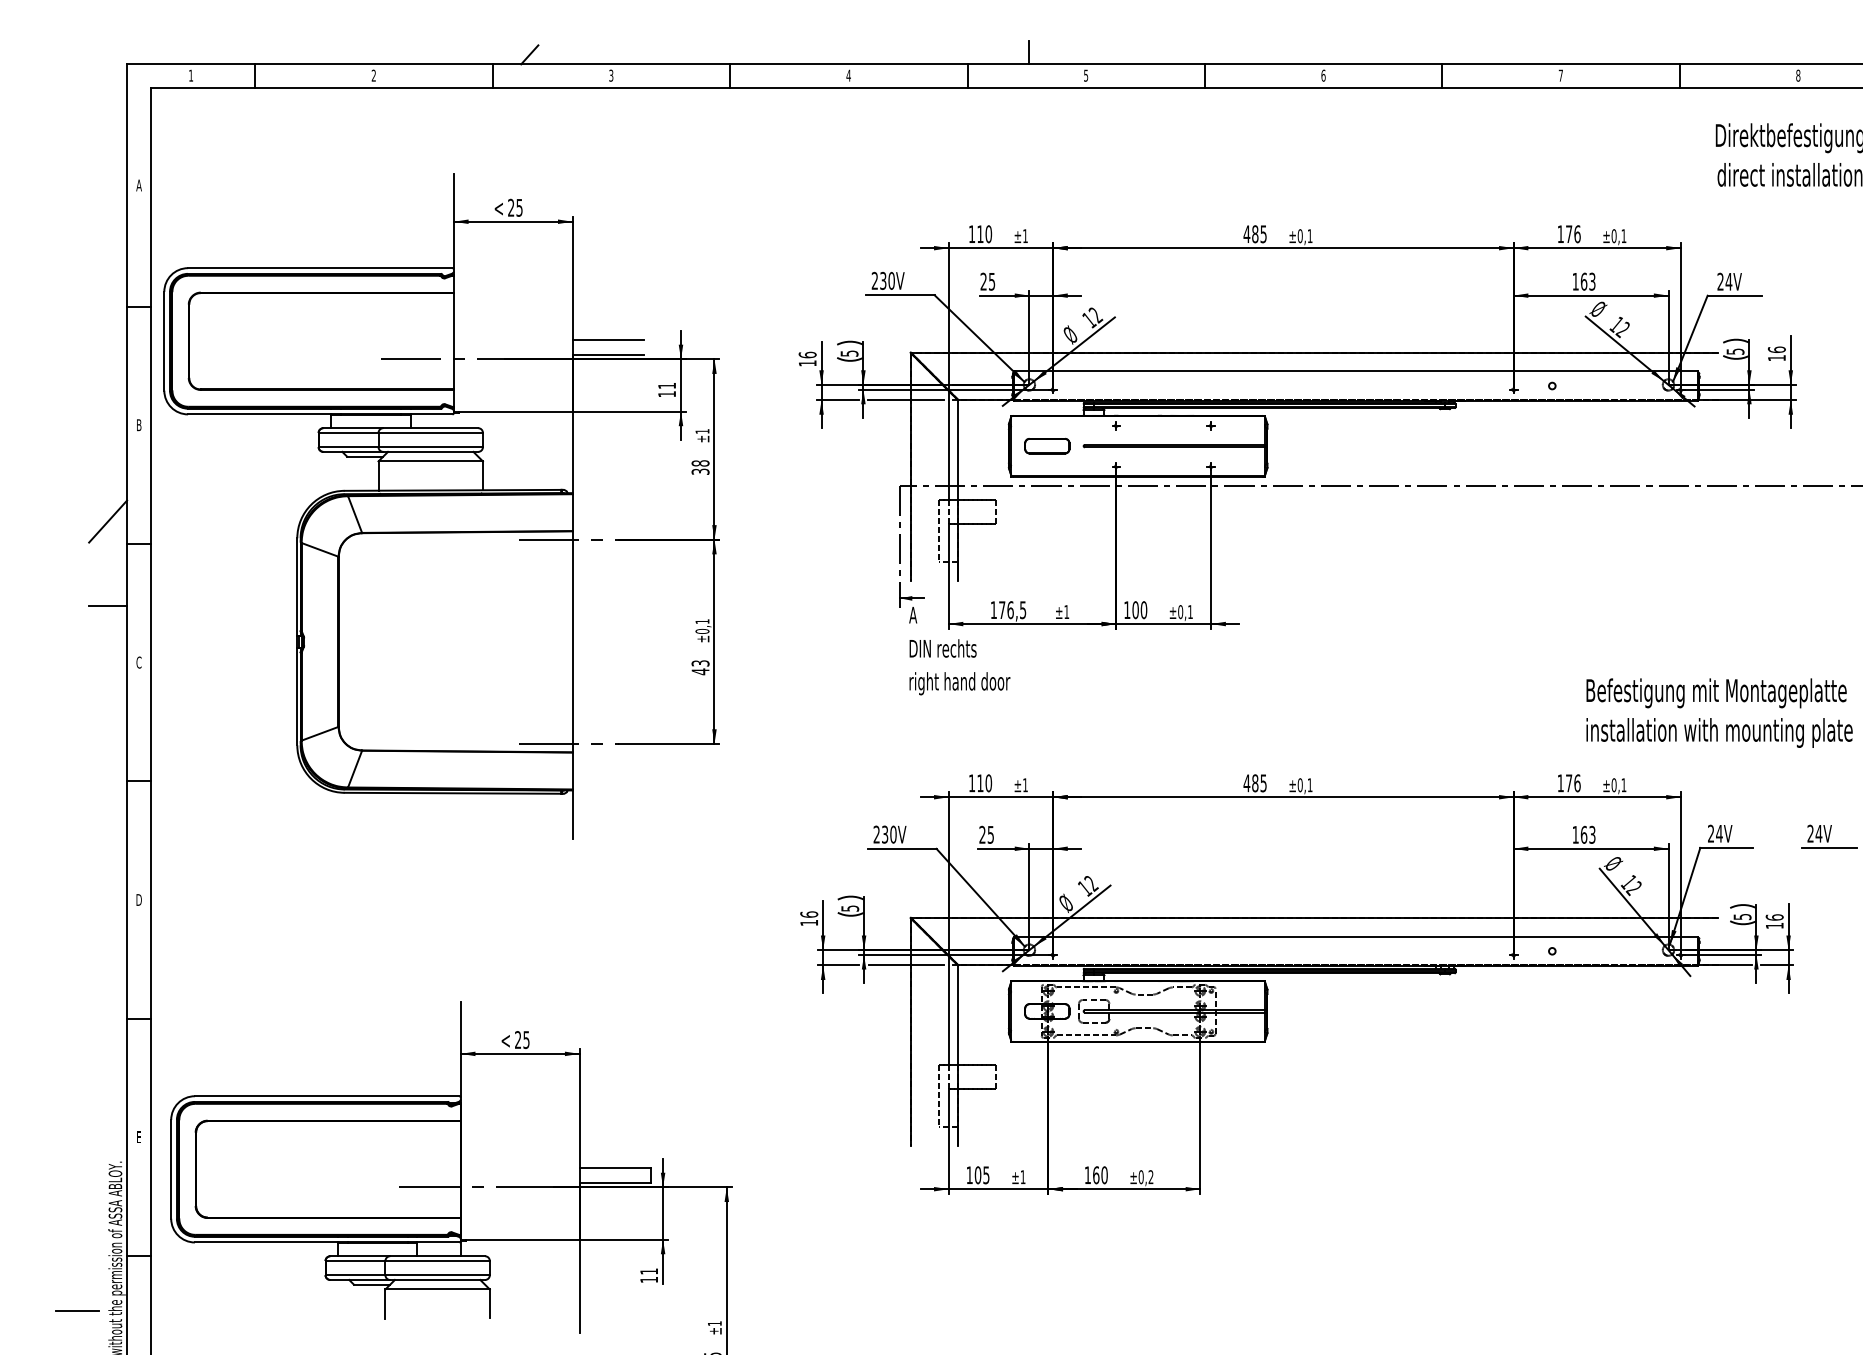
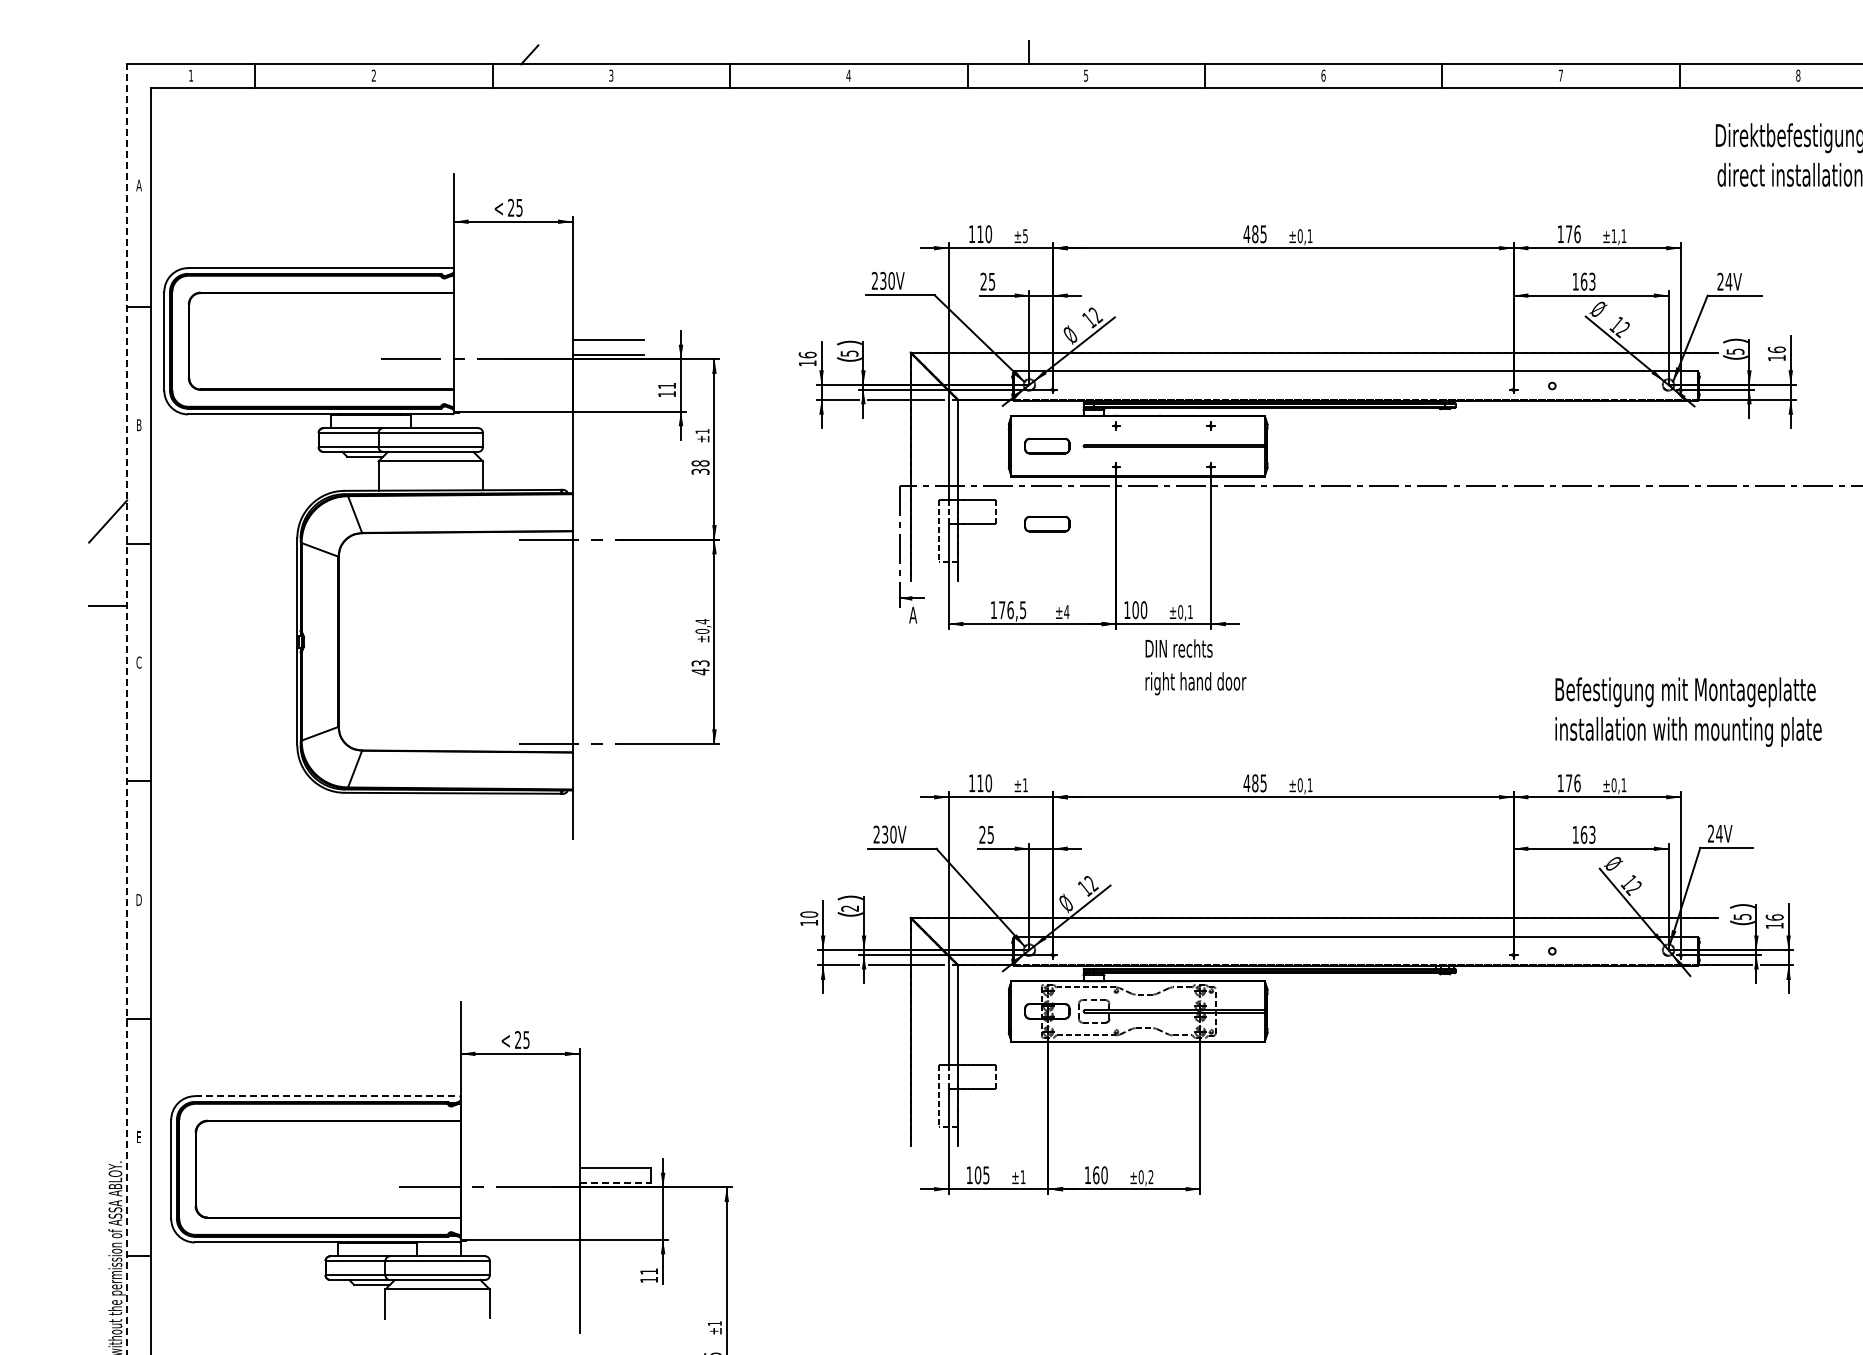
text at (1025, 236): ±1 -> ±5
text at (1613, 236): ±0,1 -> ±1,1
part at (1047, 523): none -> present
text at (1066, 611): ±1 -> ±4
text at (702, 621): ±0,1 -> ±0,4
text at (959, 667) position: (959, 667) -> (1195, 667)
line at (127, 709): solid -> dashed
text at (1719, 712) position: (1719, 712) -> (1688, 711)
part at (1829, 836): present -> none
text at (850, 908): 5 -> 2
text at (808, 914): 16 -> 10
line at (327, 1096): solid -> dashed
line at (615, 1182): solid -> dashed
line at (76, 1310): present -> none
